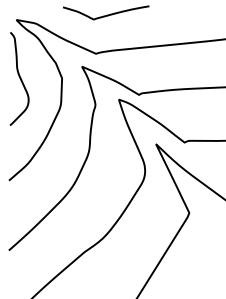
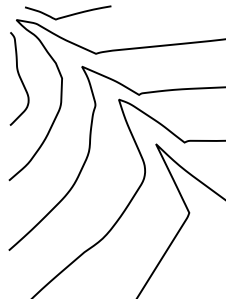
curve at (106, 14) position: (106, 14) -> (68, 14)
